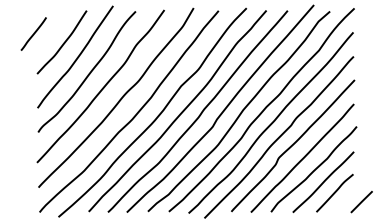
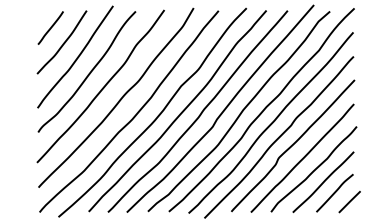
line at (33, 33) position: (33, 33) -> (50, 27)
line at (361, 202) position: (361, 202) -> (349, 202)
